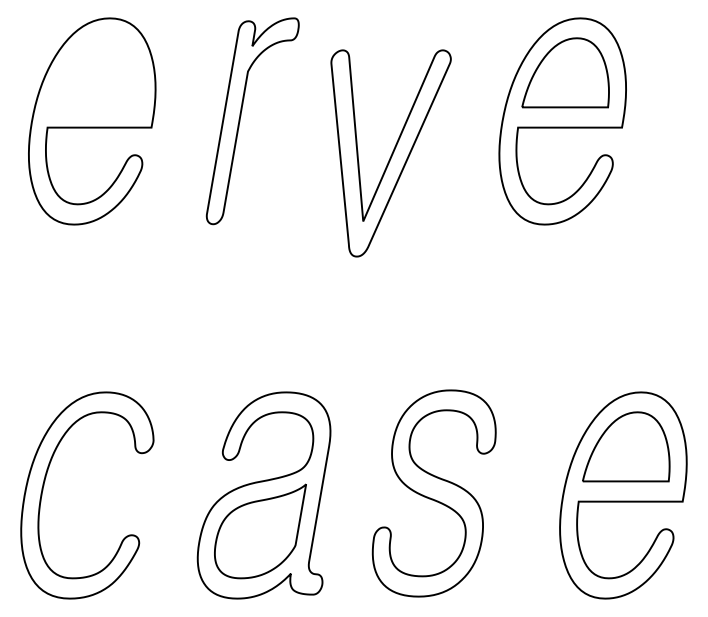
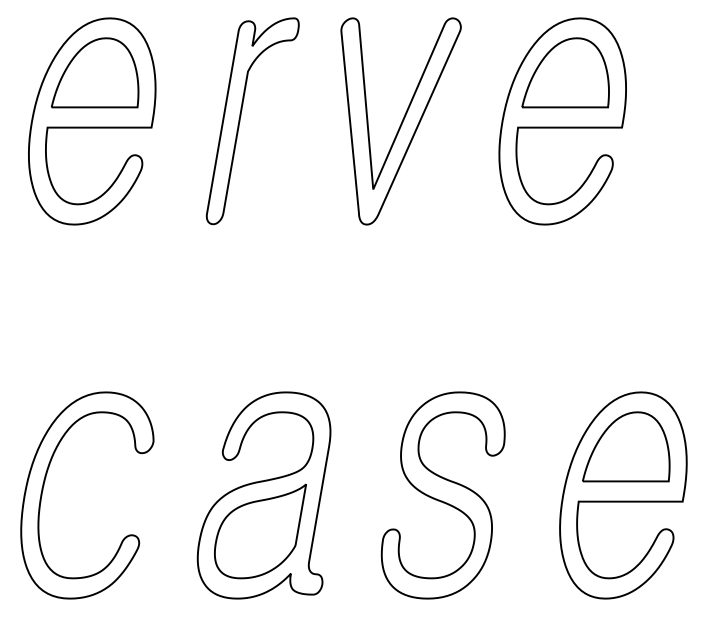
part at (94, 72): none -> present
part at (390, 153) position: (390, 153) -> (400, 121)
part at (433, 493) position: (433, 493) -> (442, 495)
